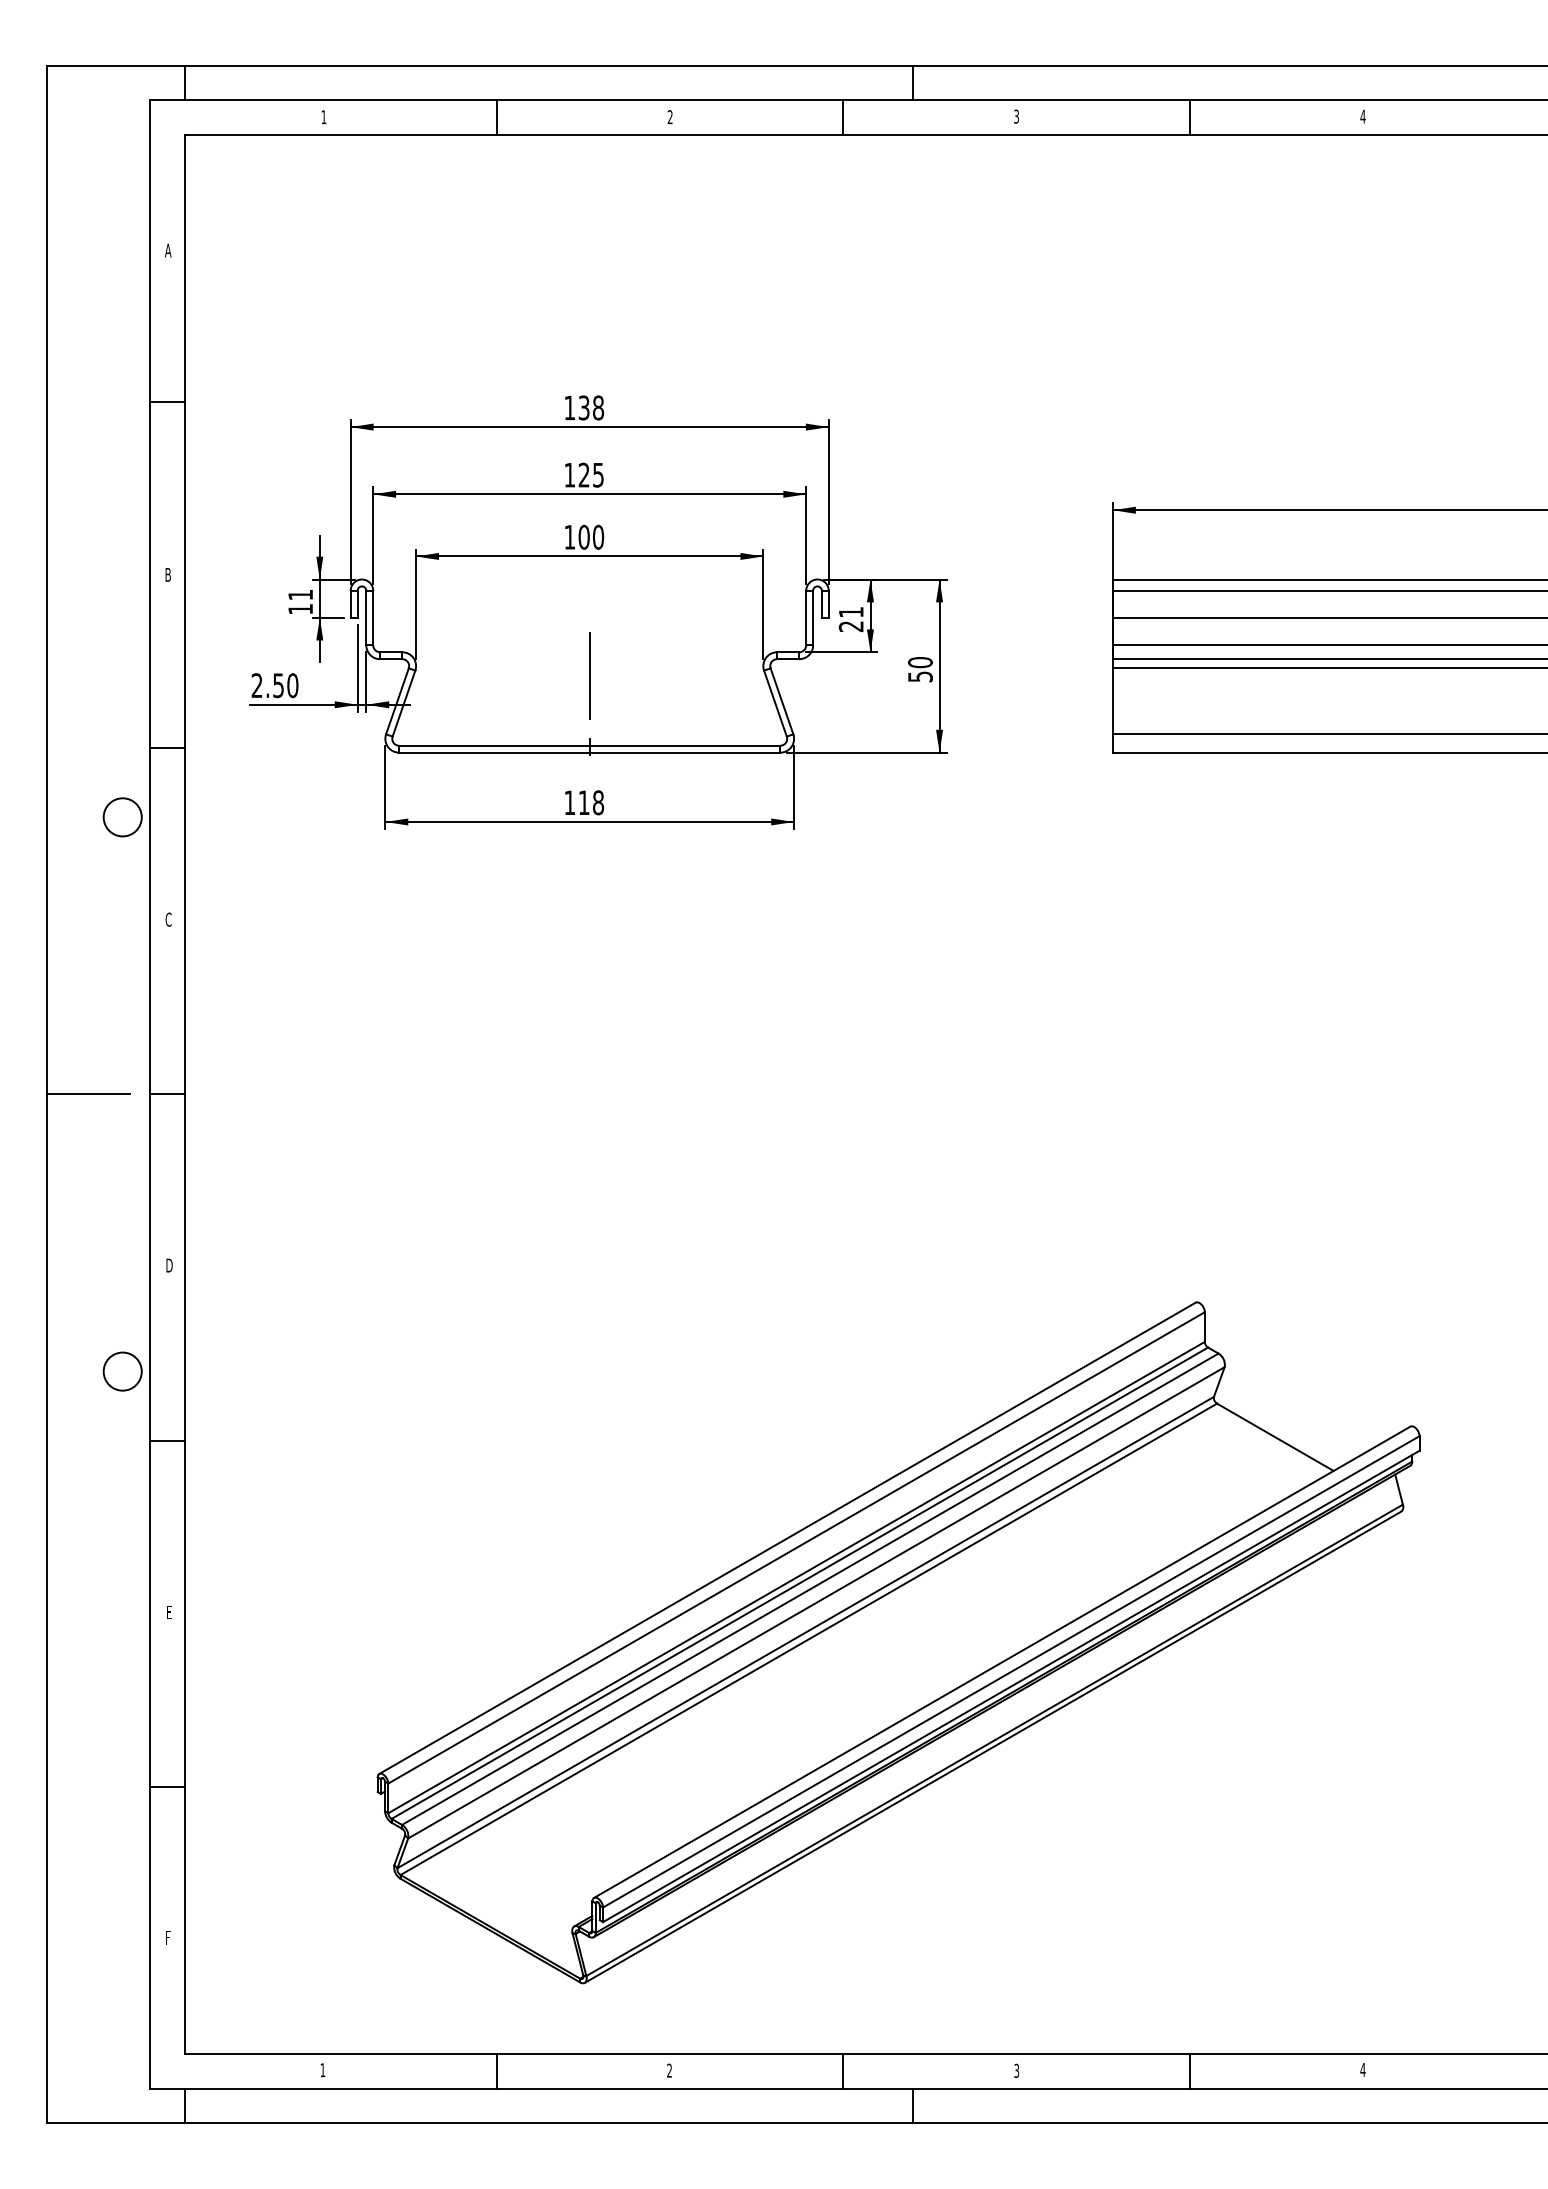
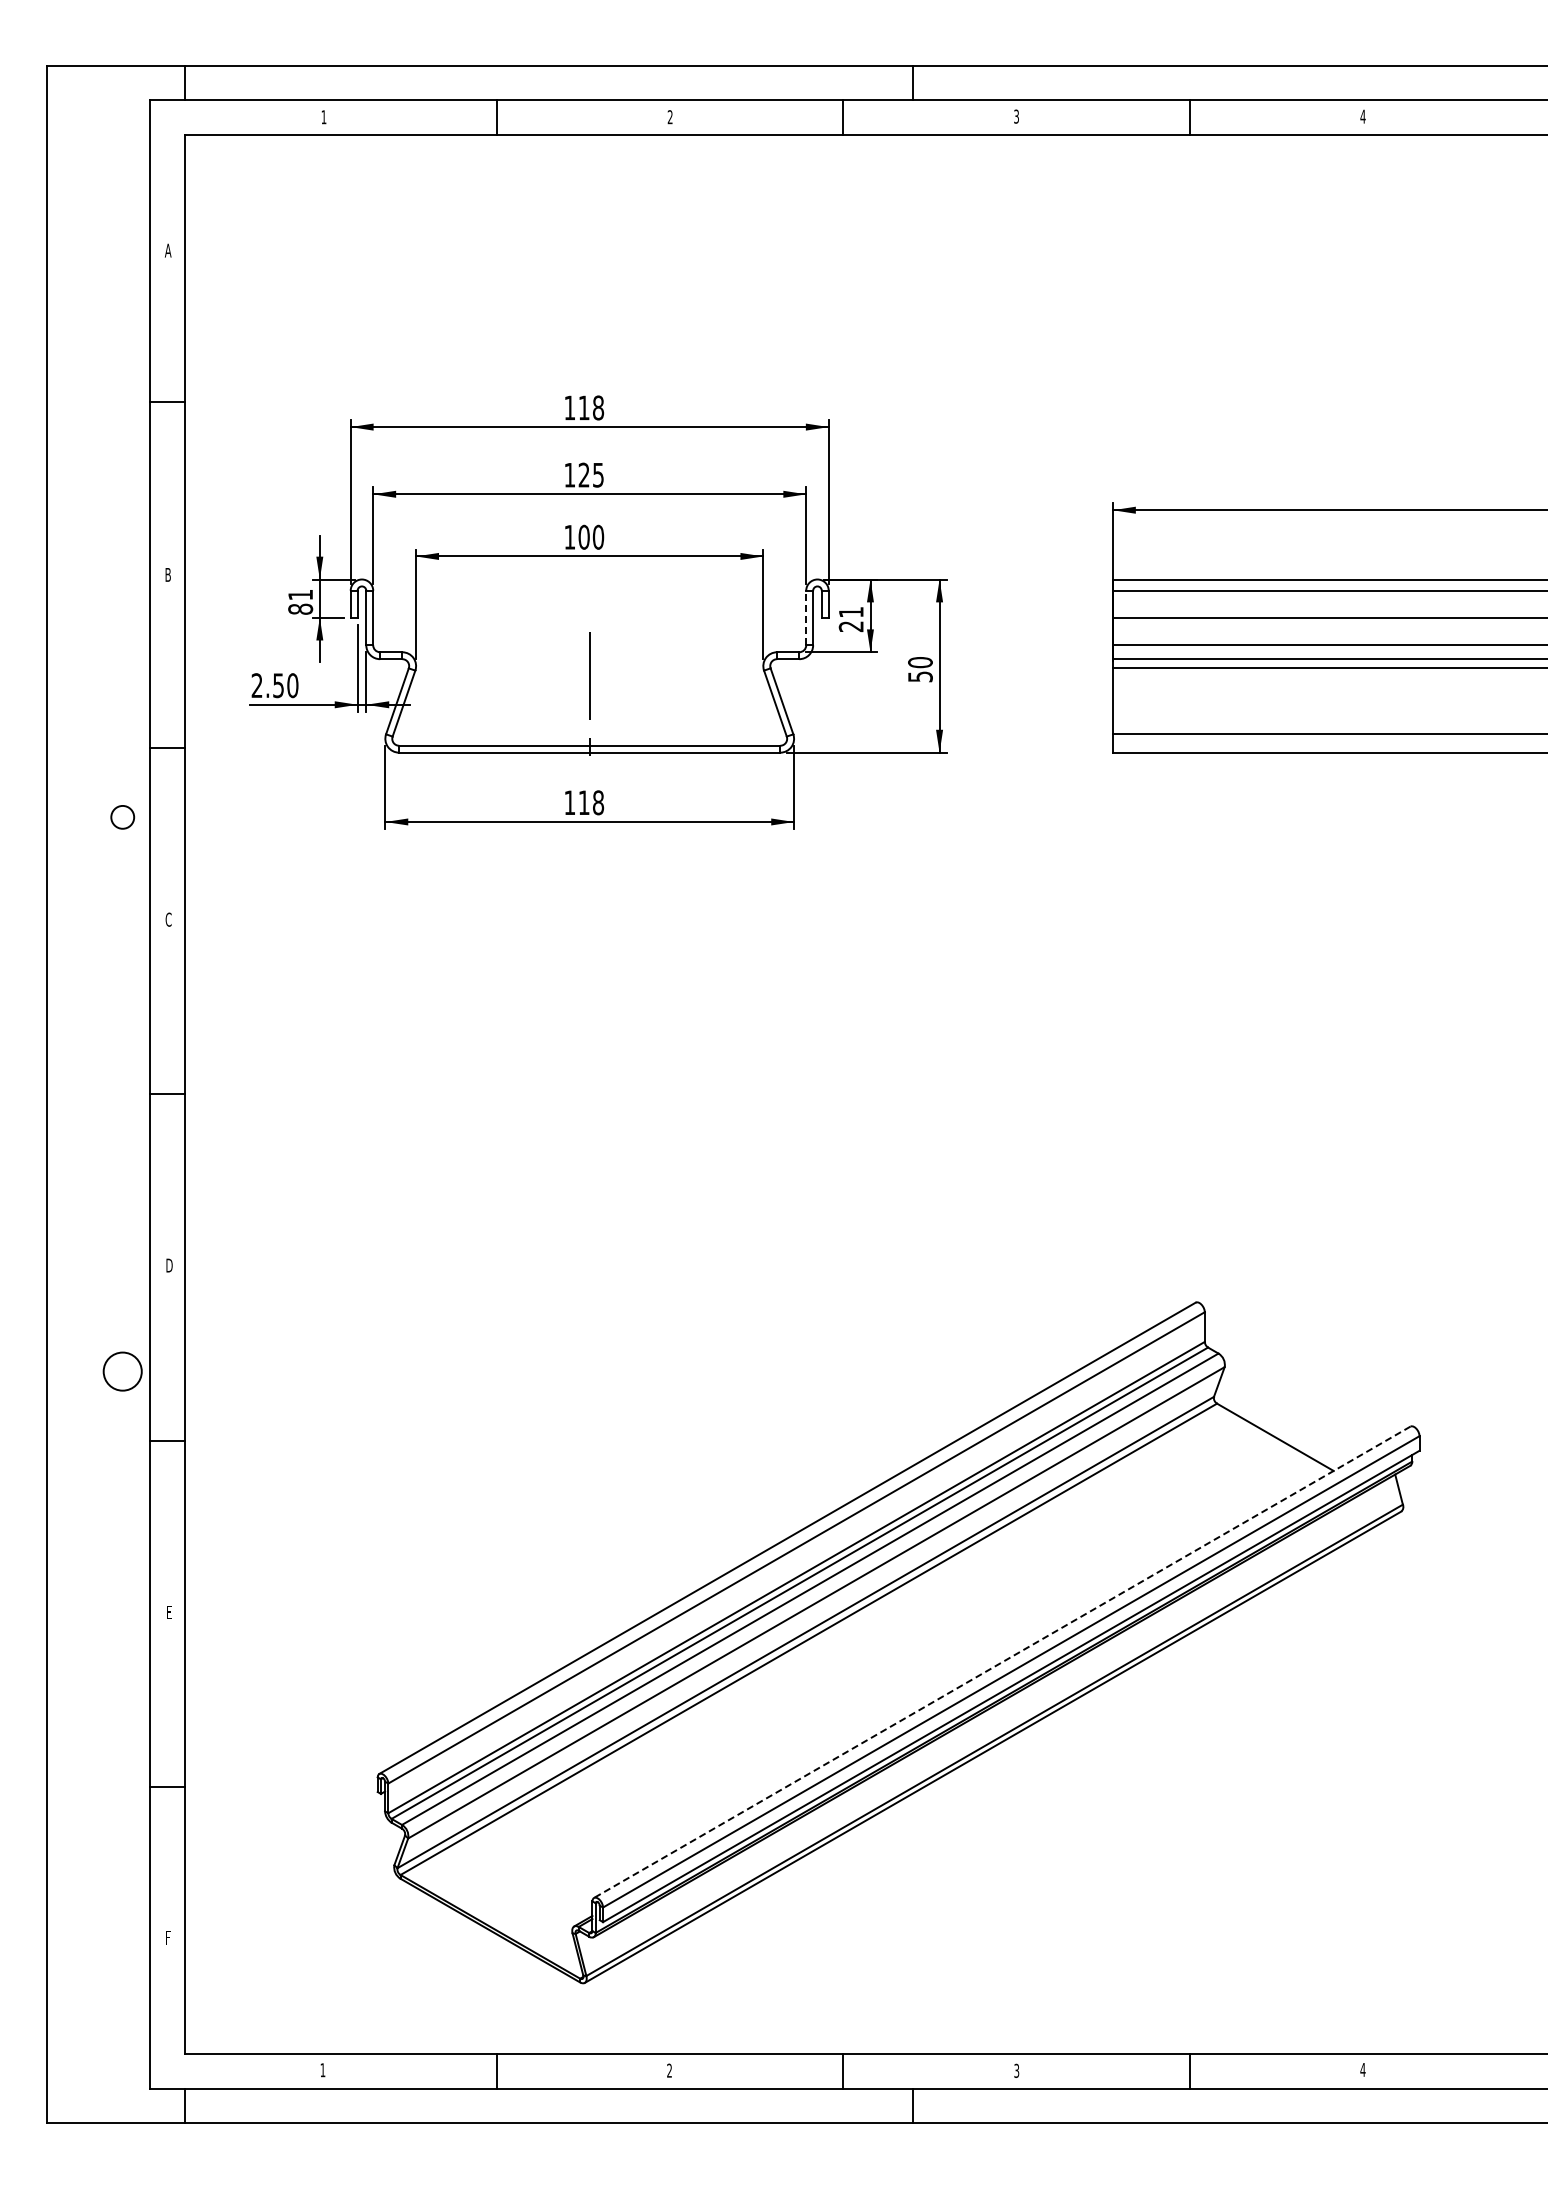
text at (583, 407): 138 -> 118
text at (300, 608): 11 -> 81
line at (806, 617): solid -> dashed
circle at (122, 817) diameter: 38 px -> 23 px
line at (87, 1094): present -> none
line at (1001, 1662): solid -> dashed
